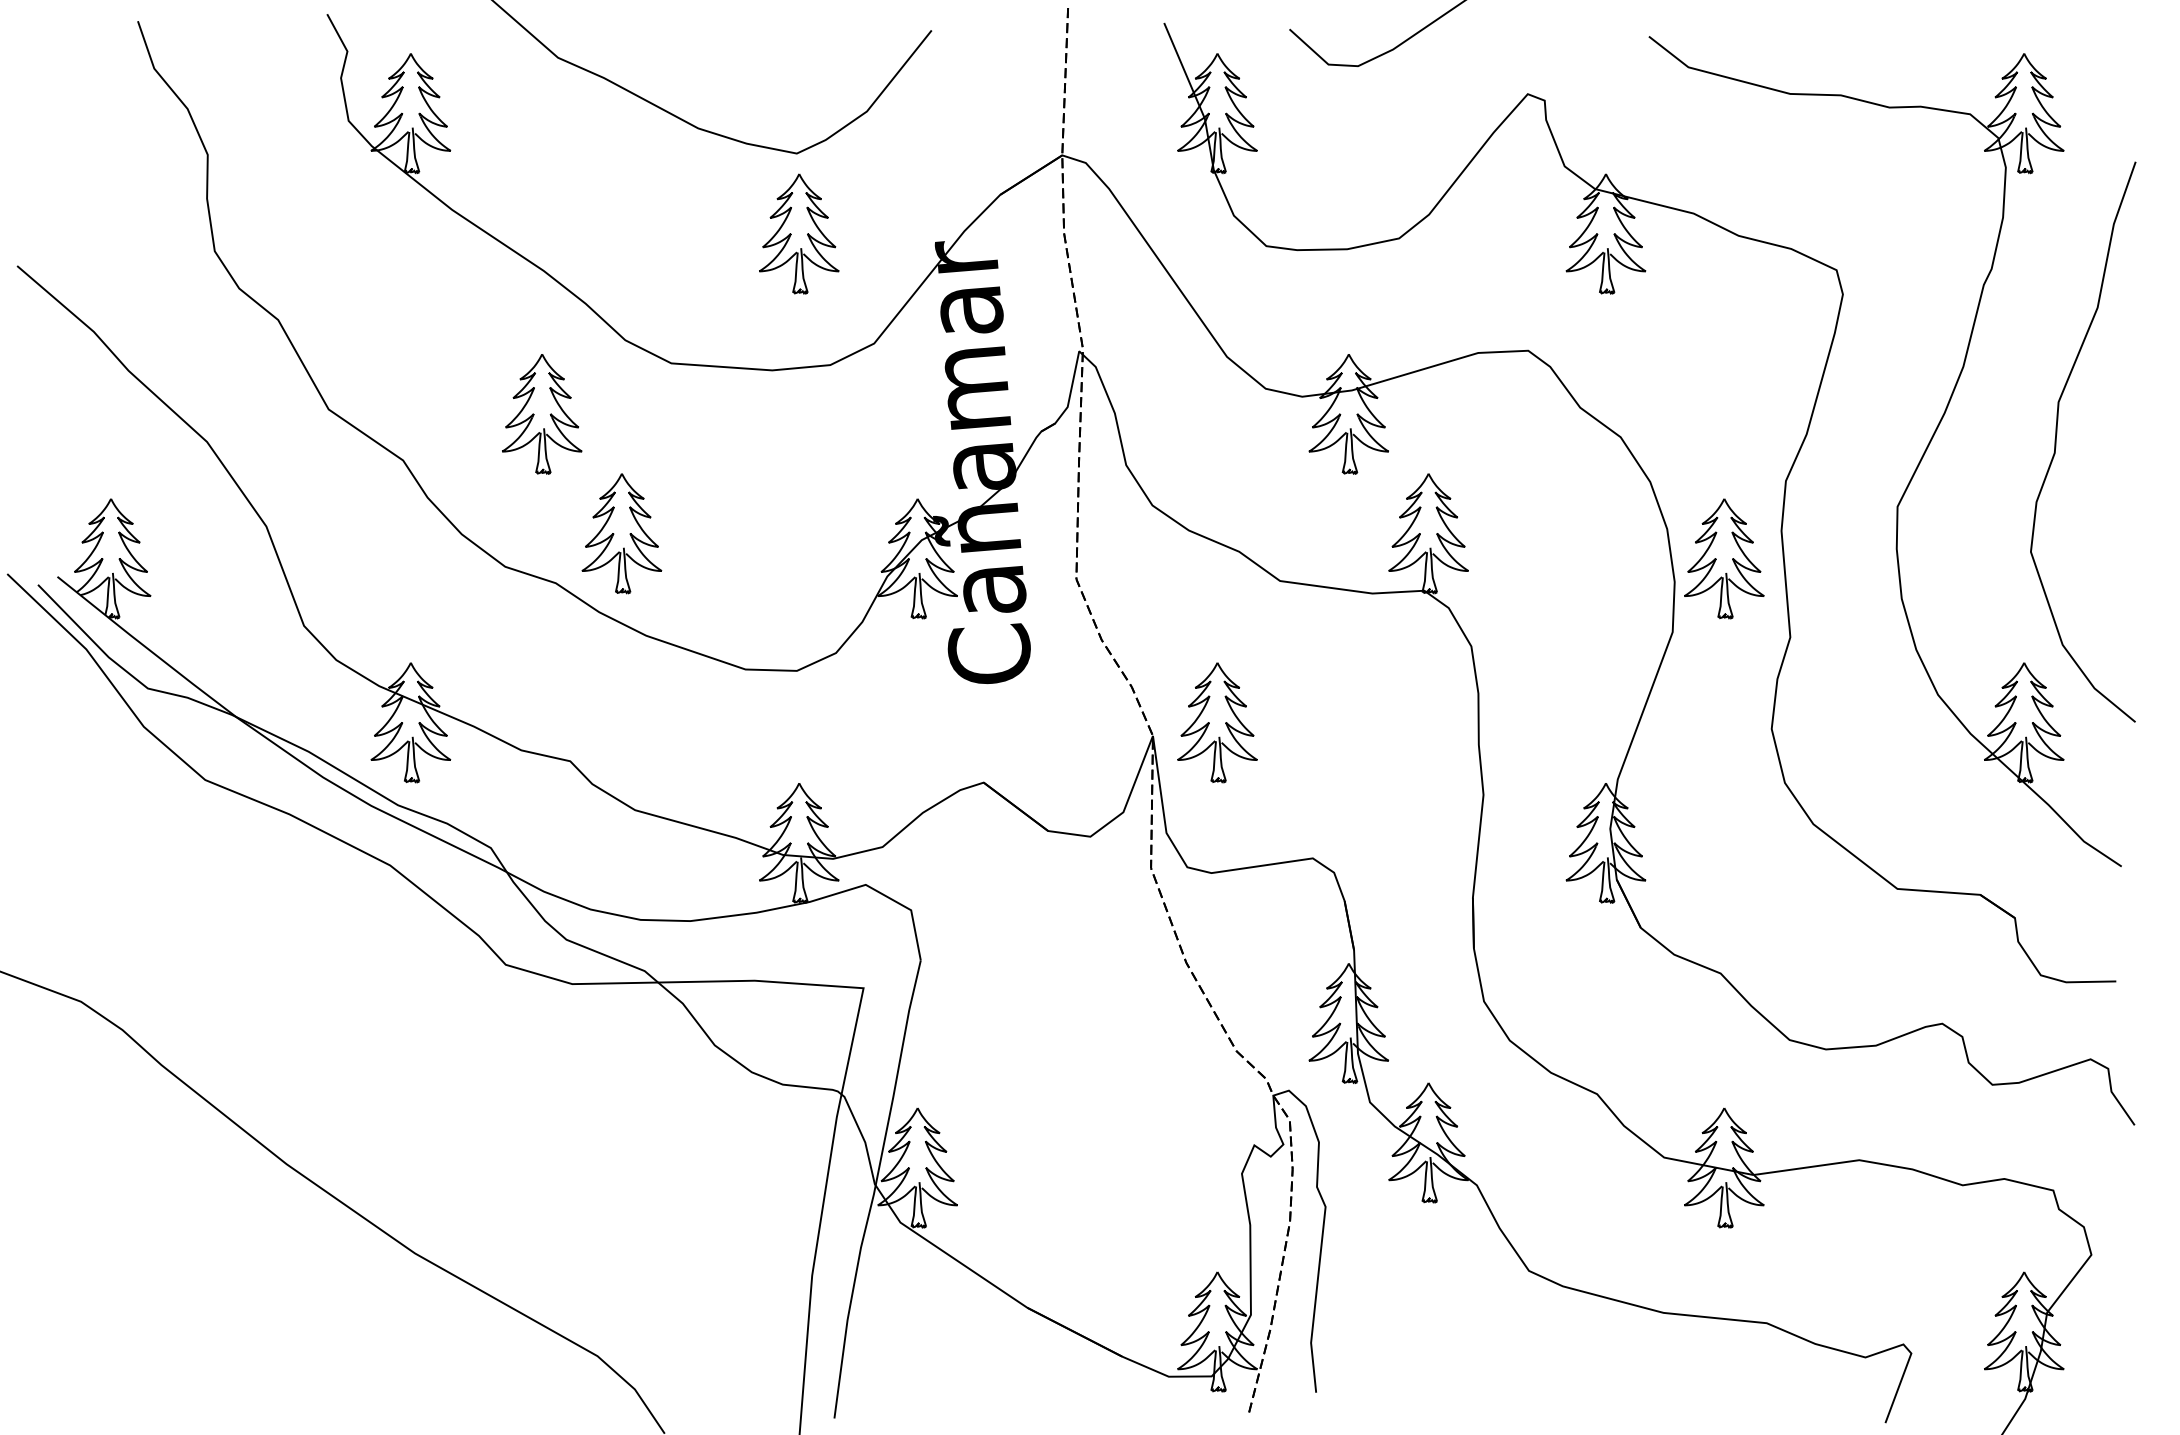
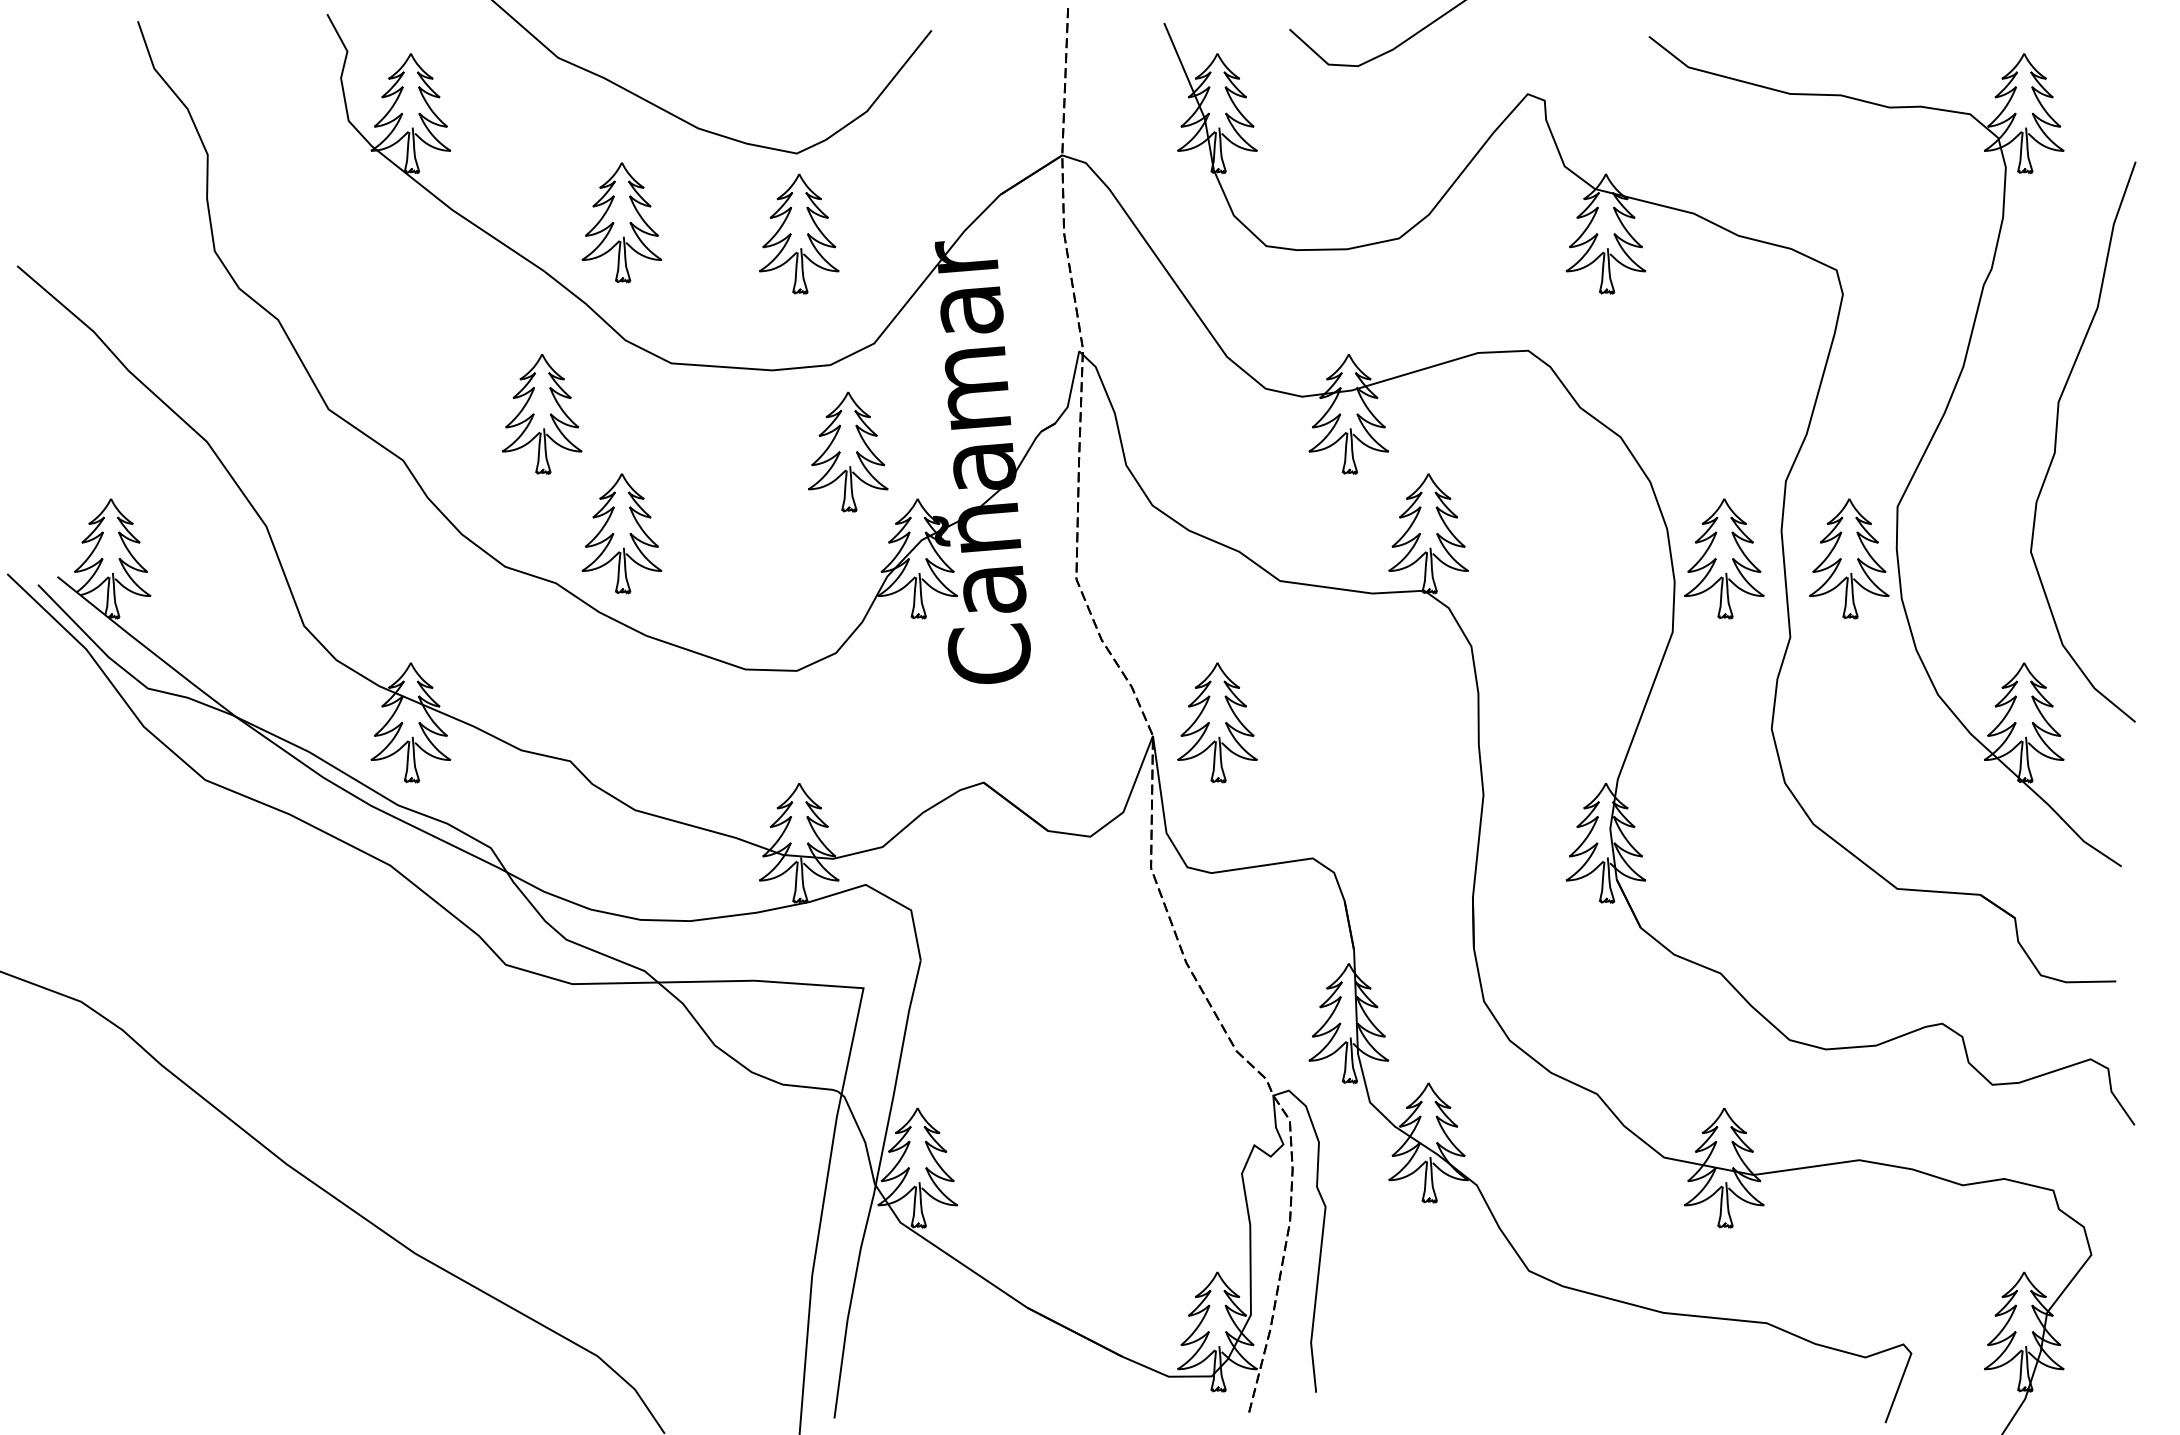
part at (621, 222): none -> present
part at (848, 451): none -> present
part at (1849, 558): none -> present
